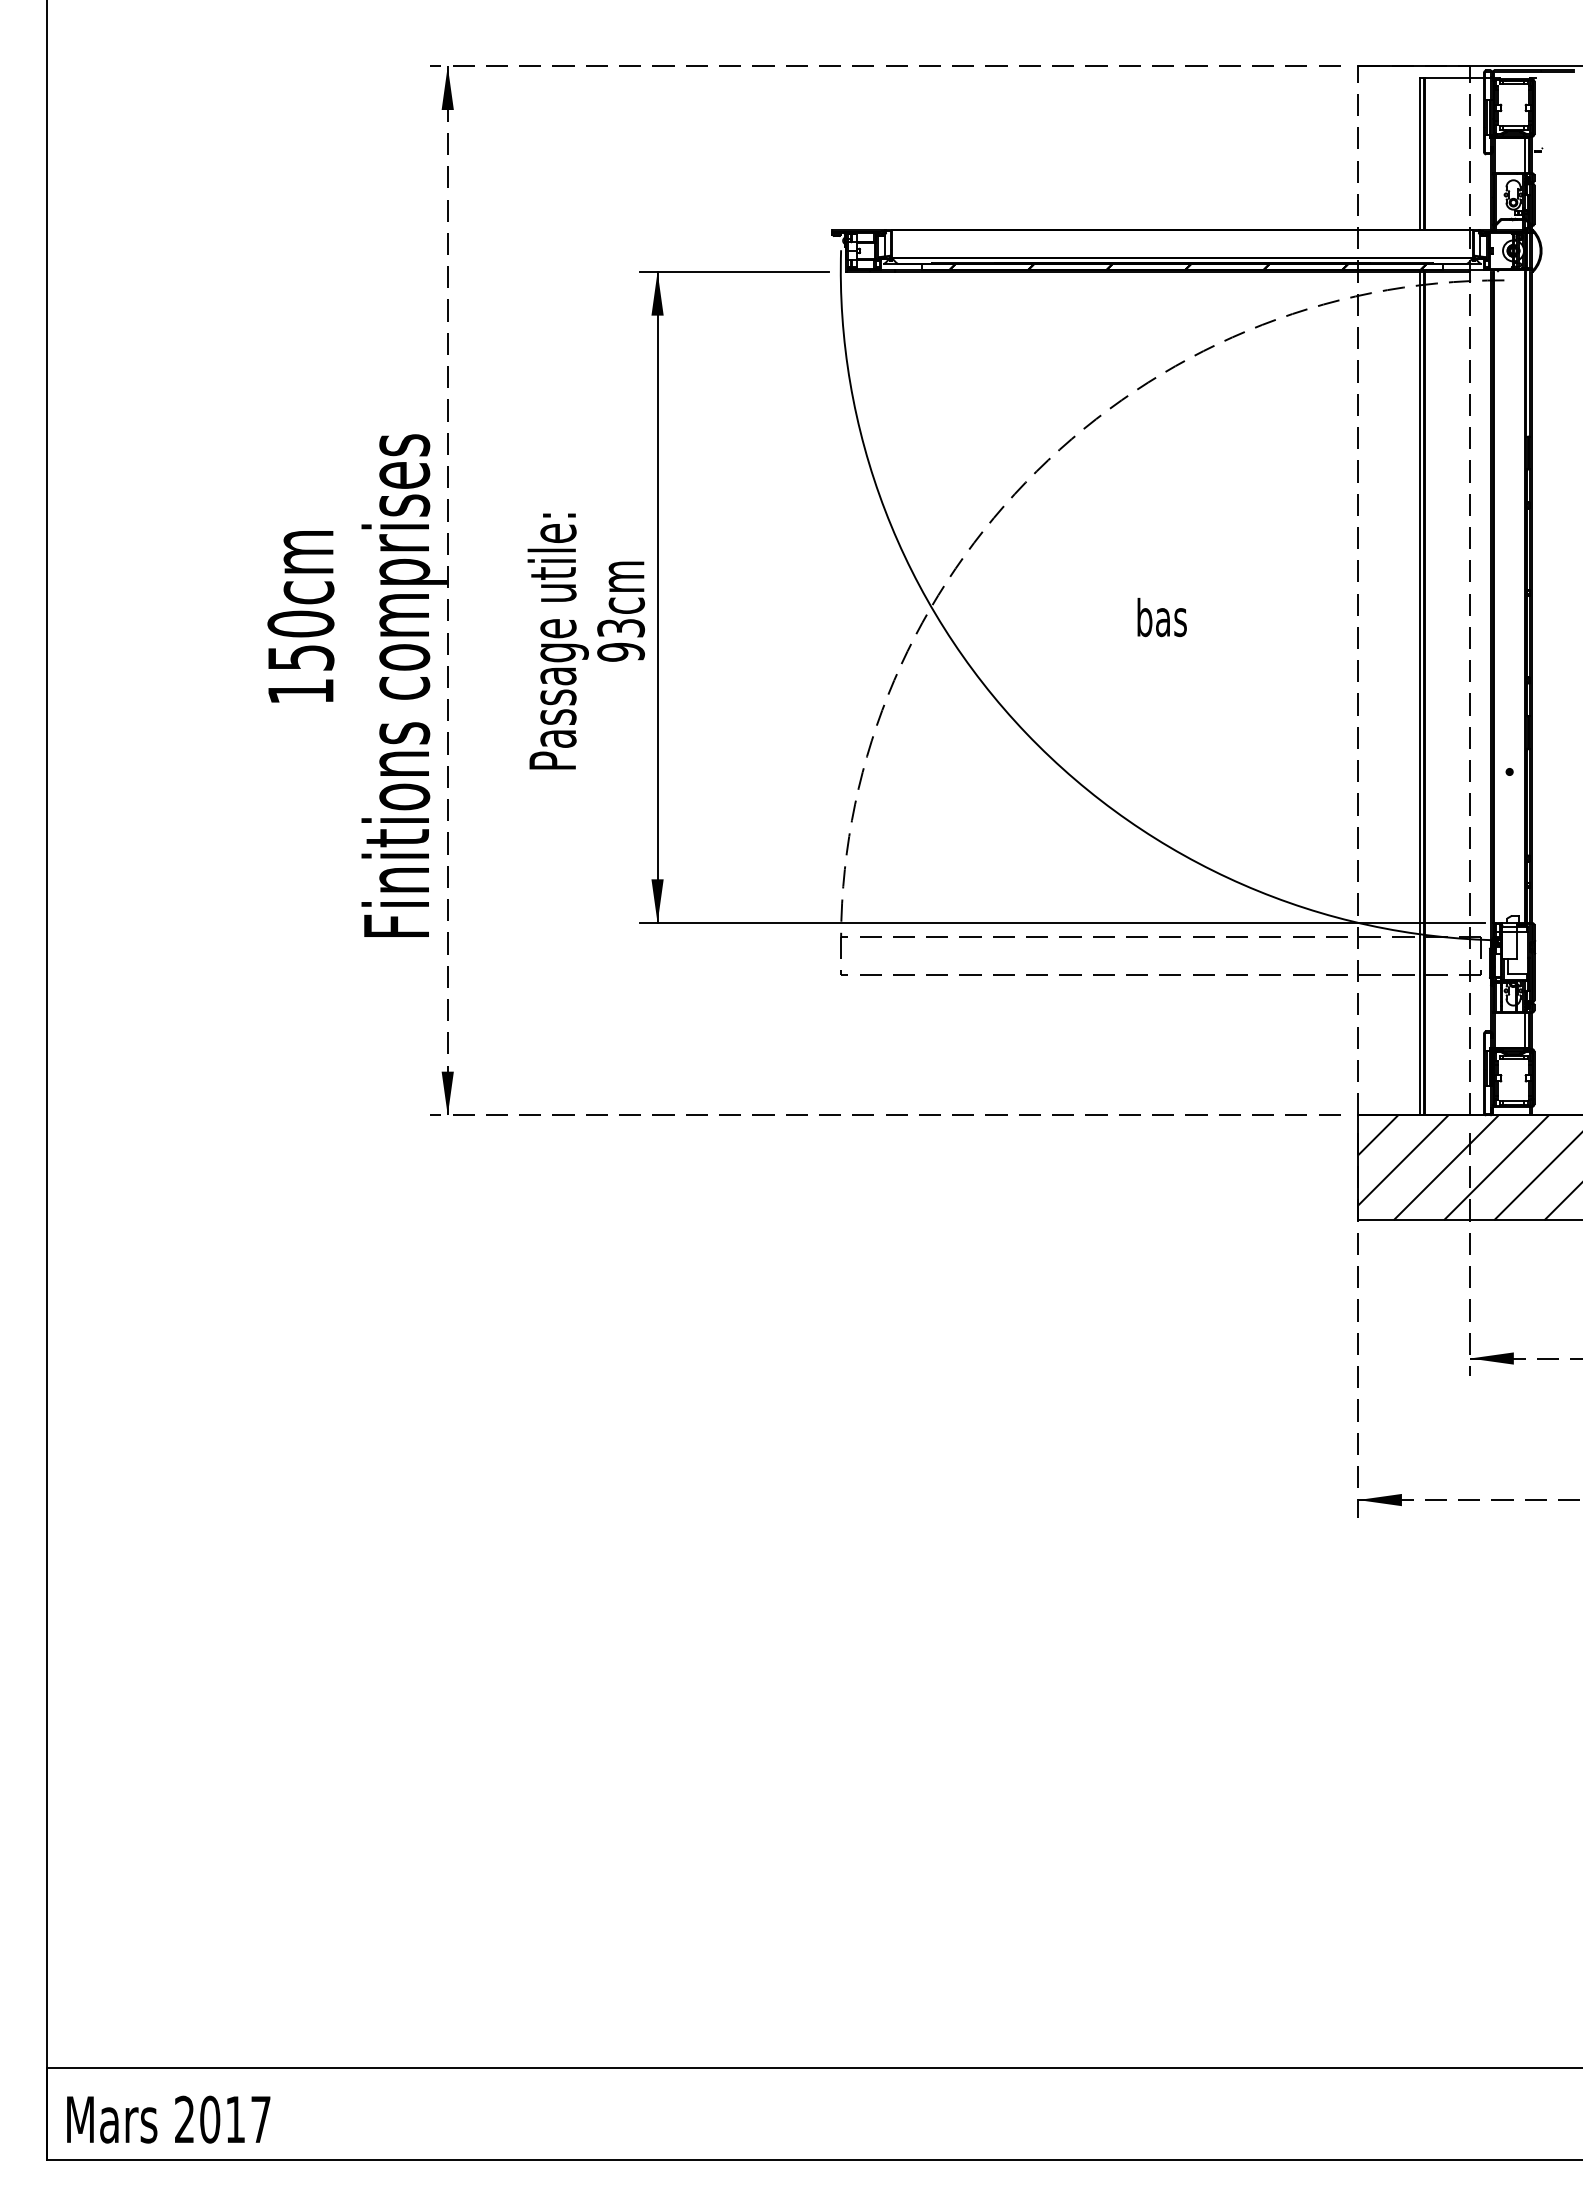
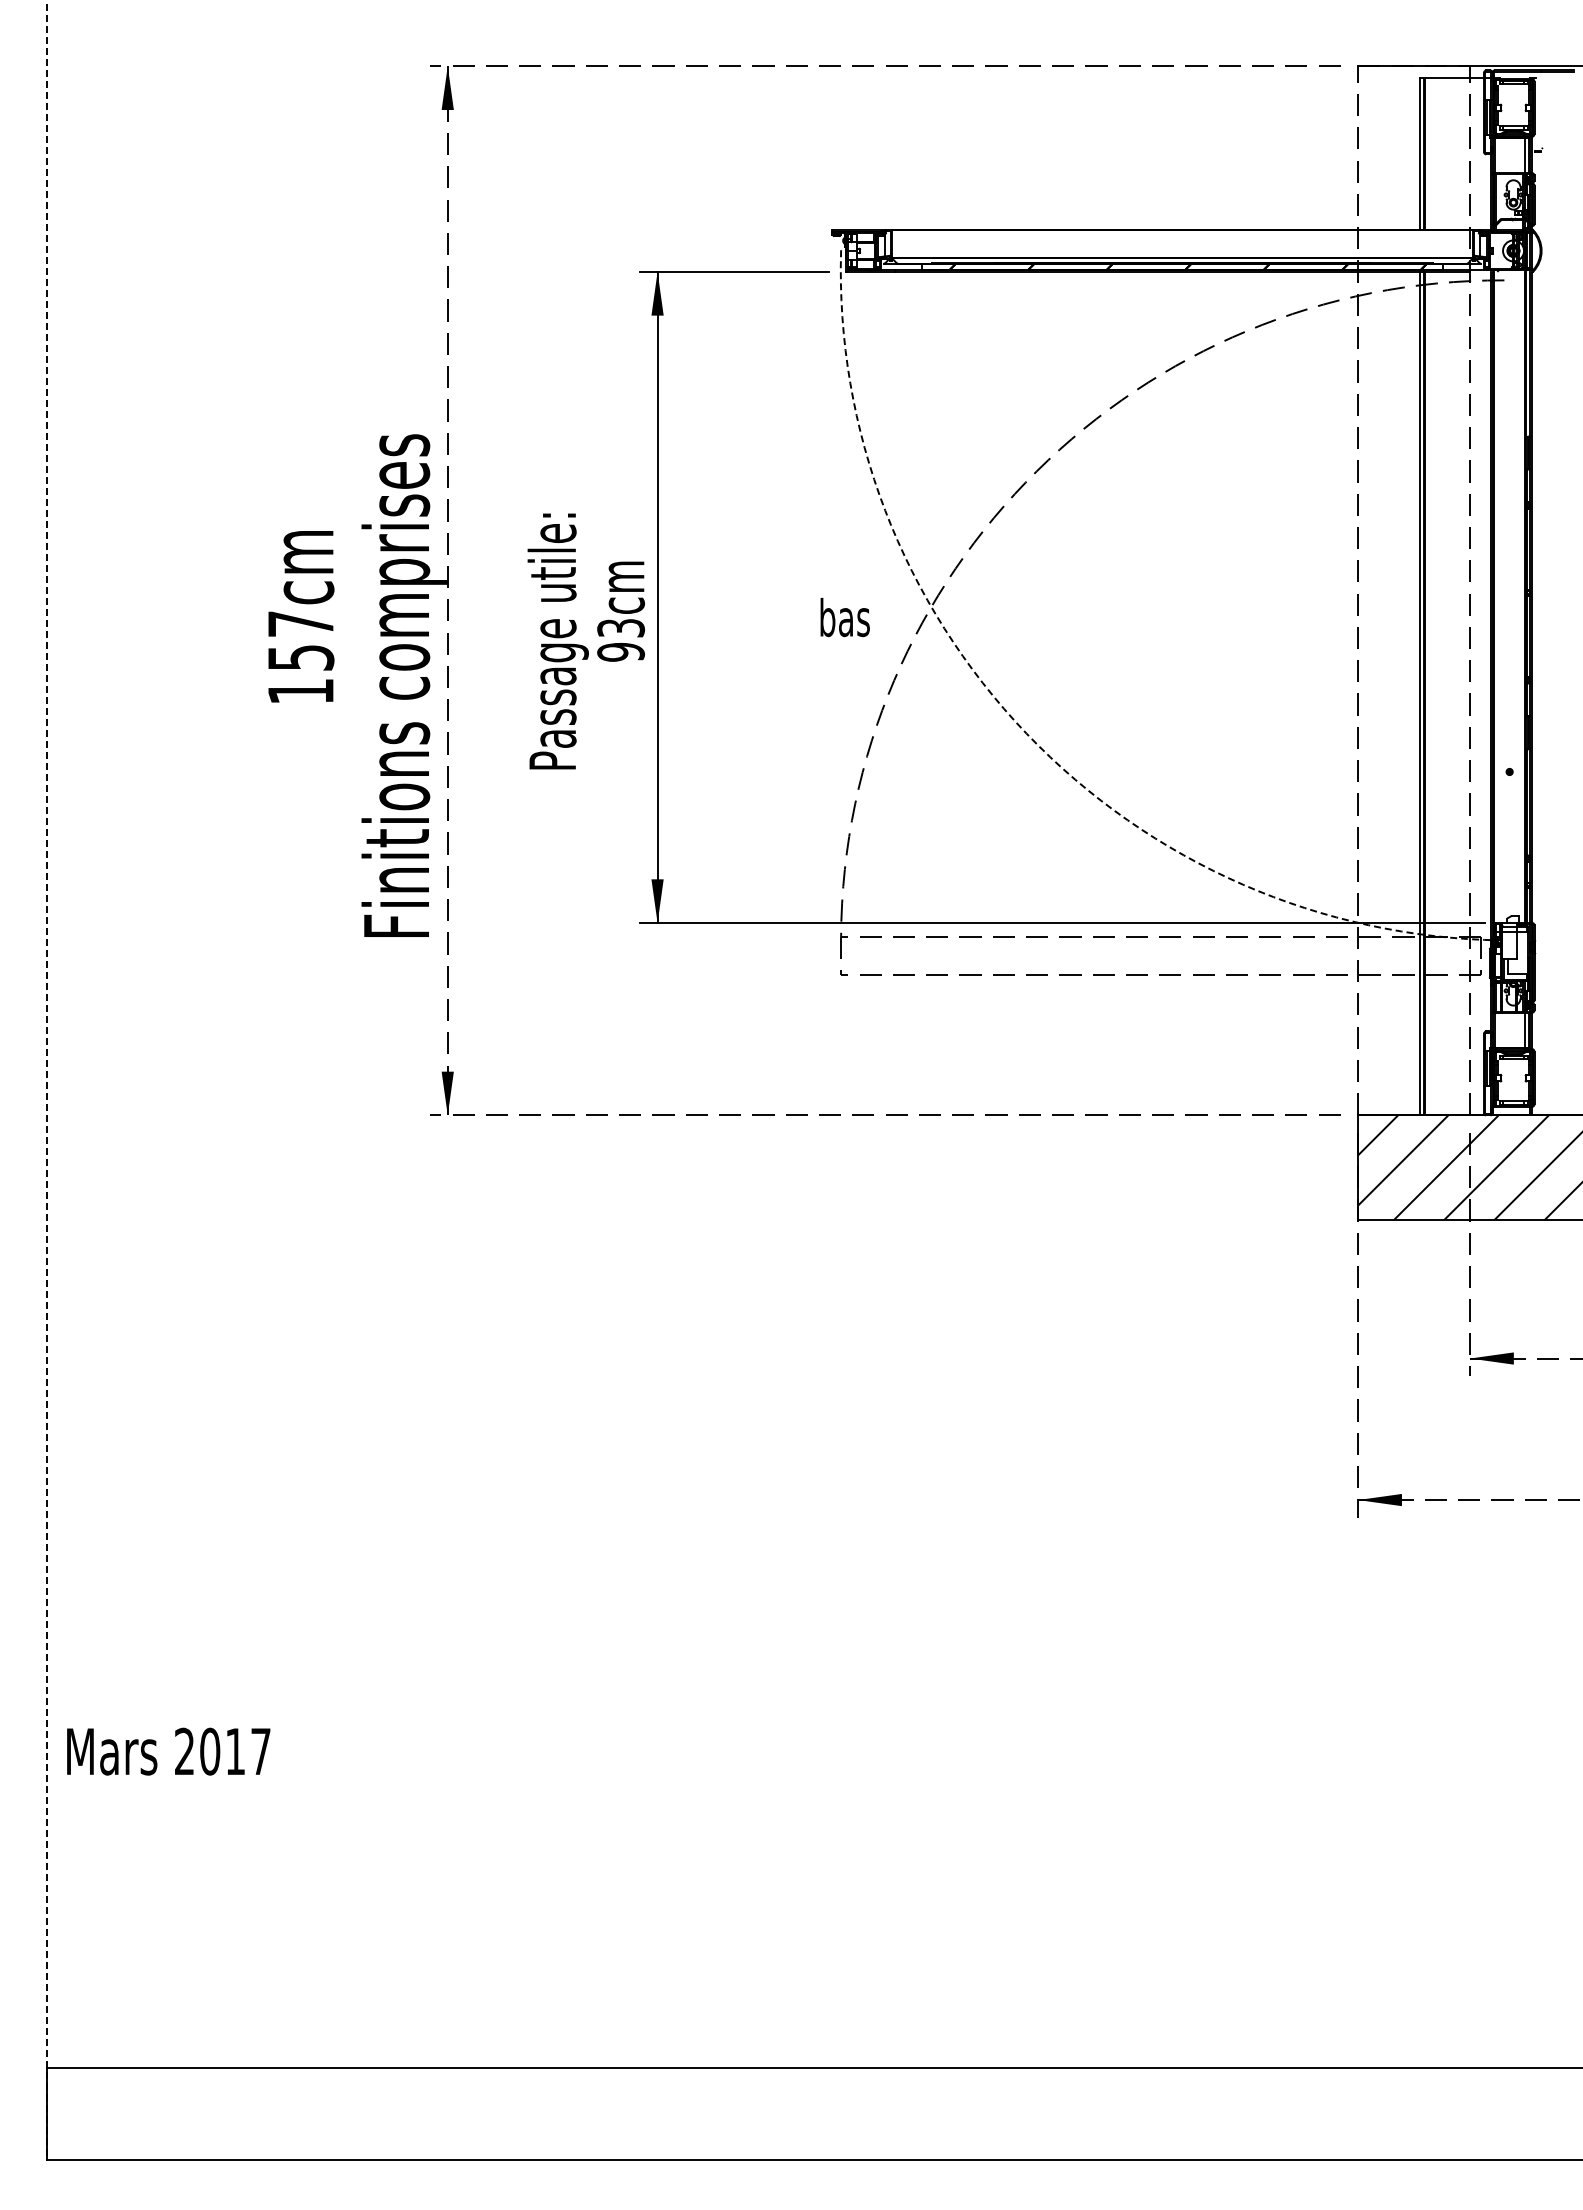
text at (1161, 617) position: (1161, 617) -> (844, 617)
text at (300, 623): 150cm -> 157cm
arc at (1026, 733): solid -> dashed
line at (47, 1079): solid -> dashed
text at (168, 2119) position: (168, 2119) -> (168, 1751)
